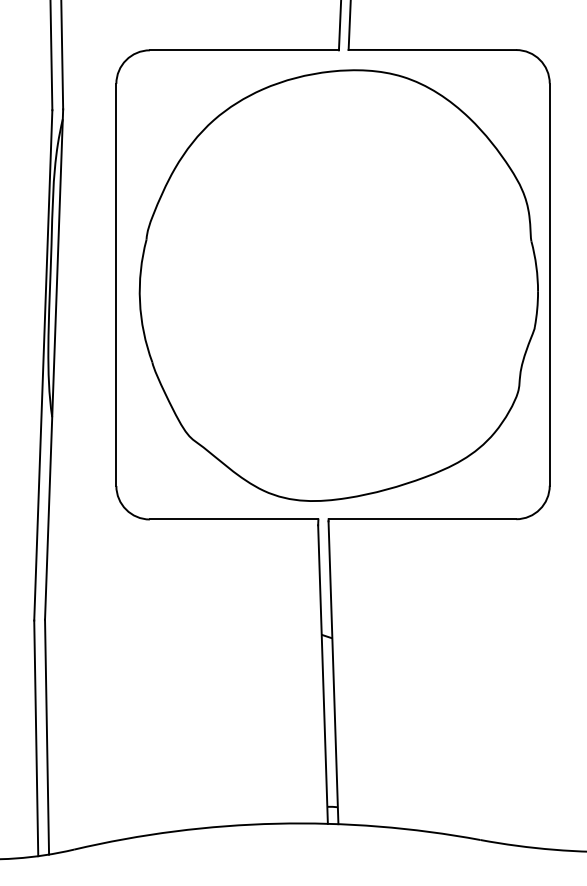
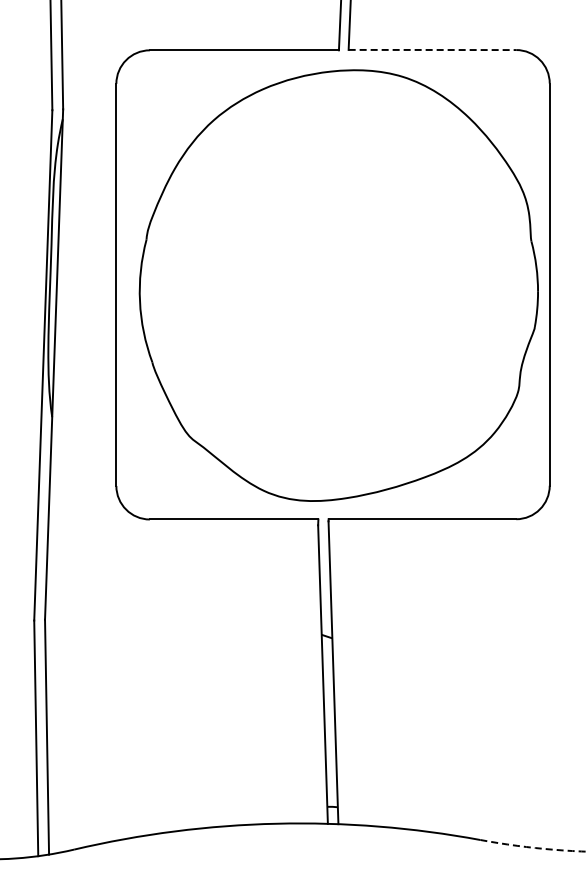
line at (432, 50): solid -> dashed
arc at (533, 847): solid -> dashed
